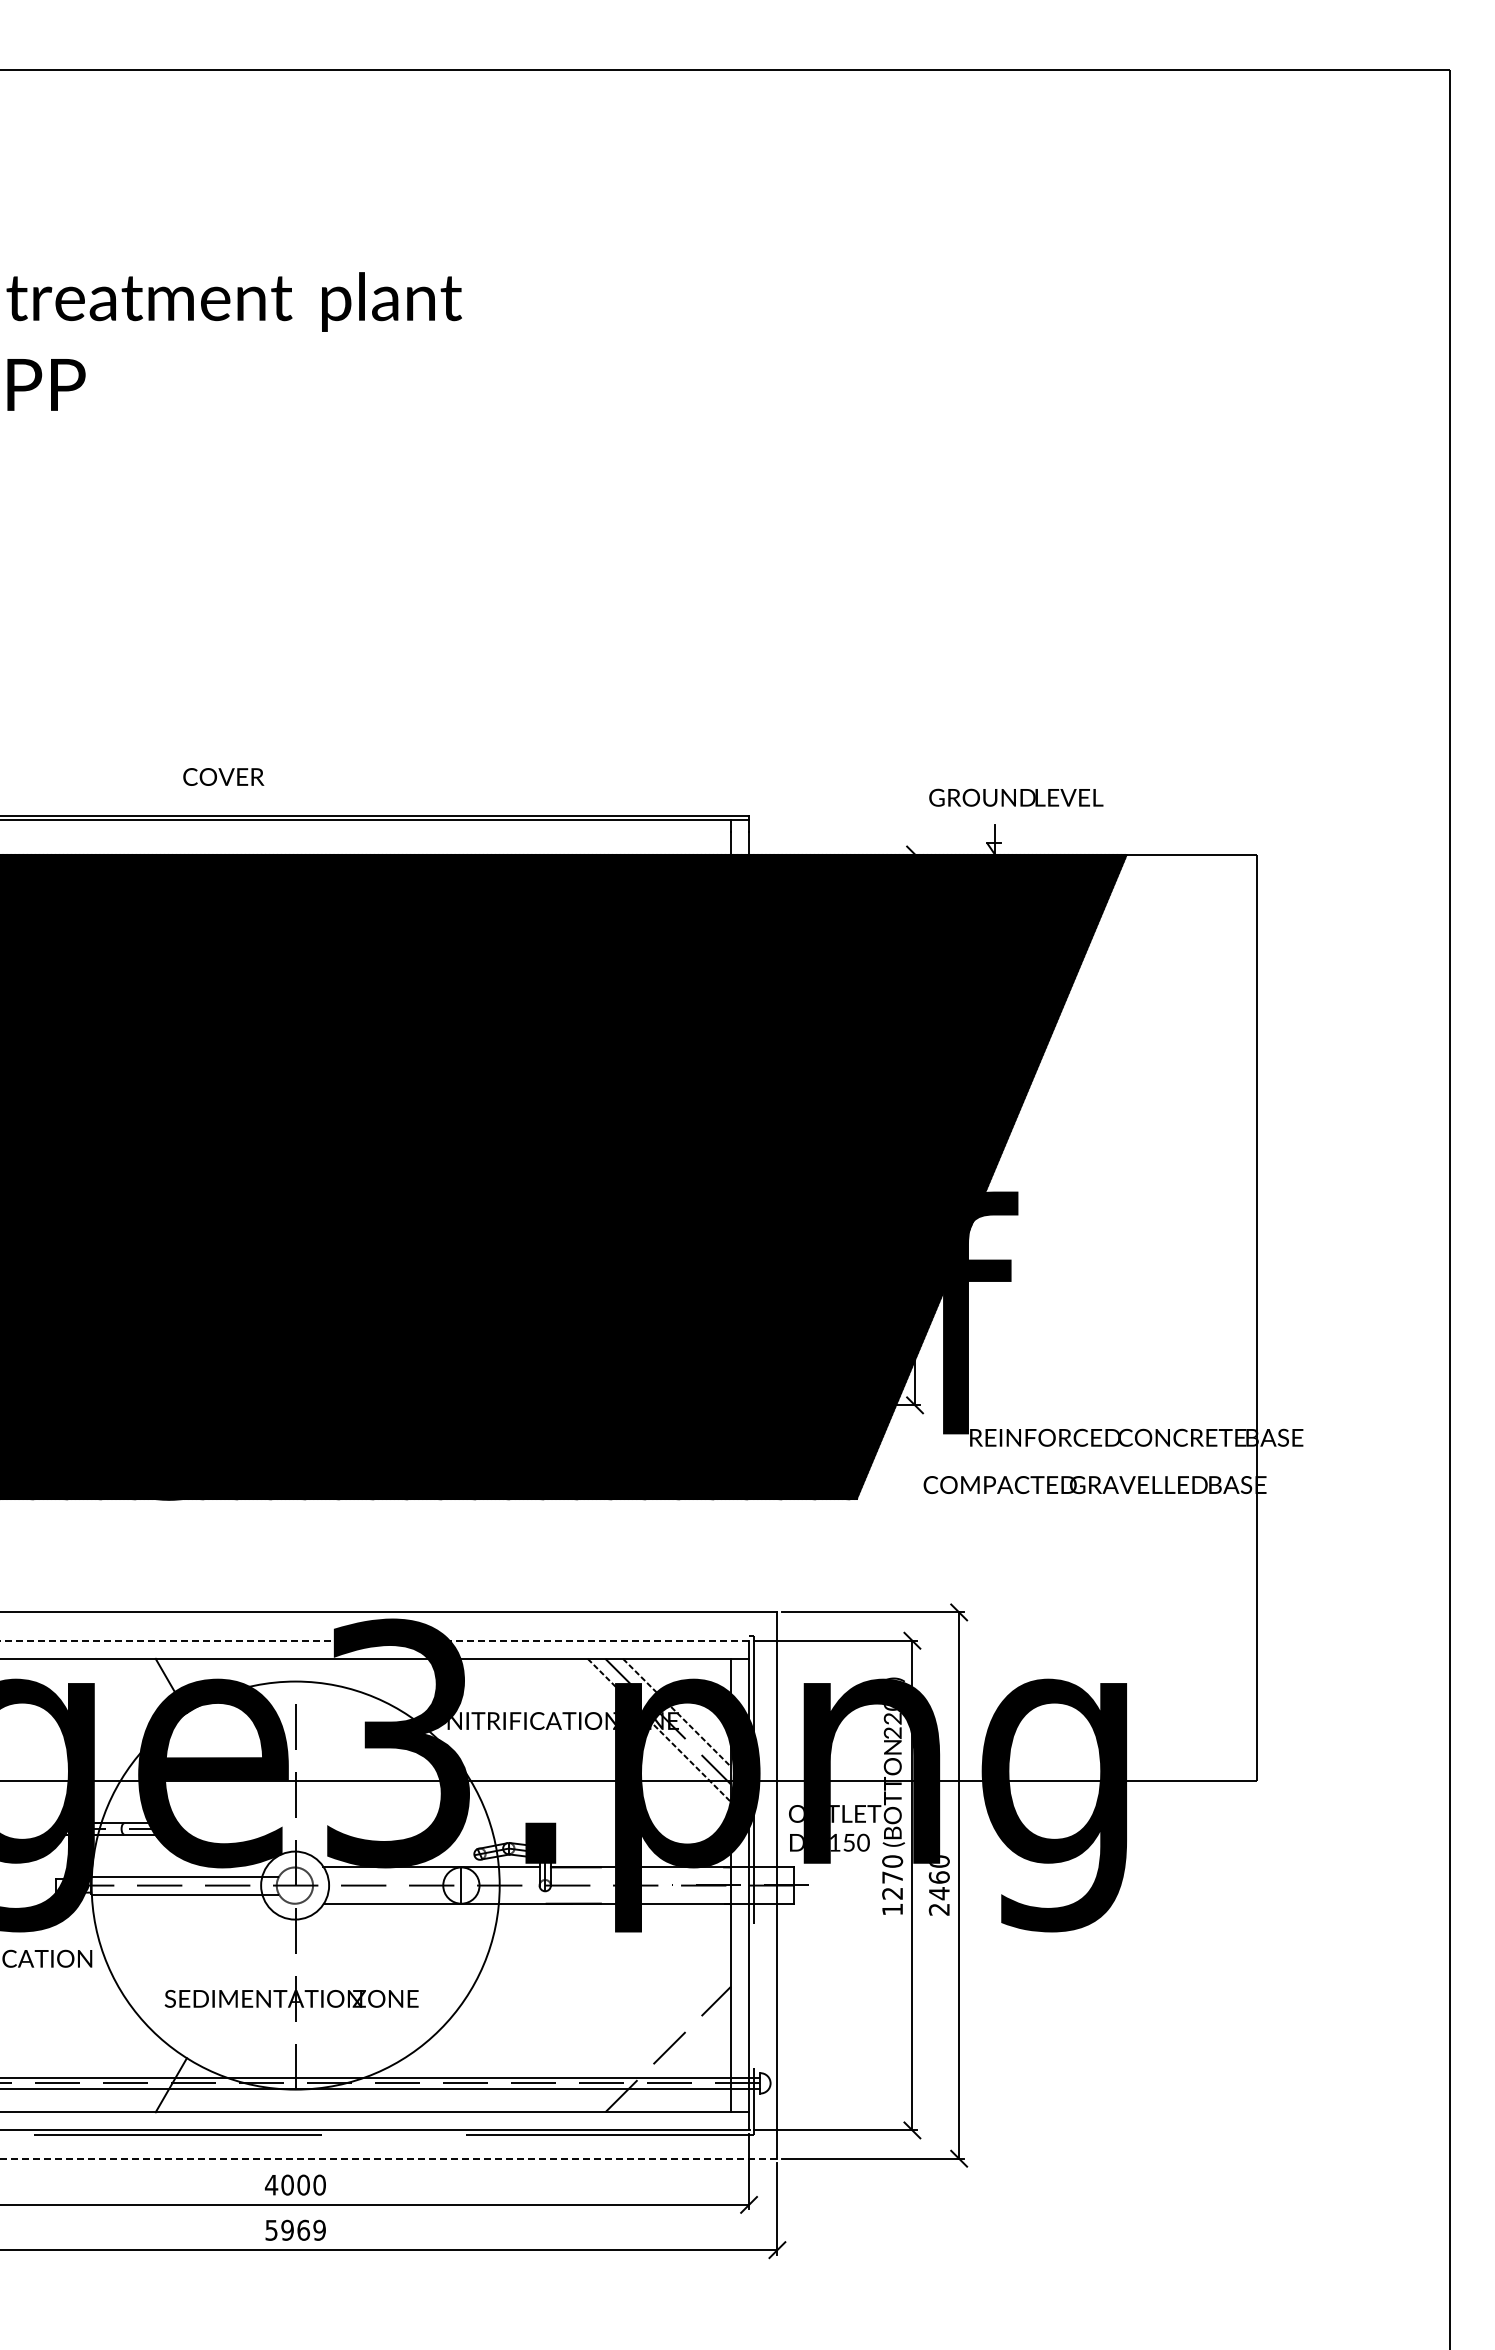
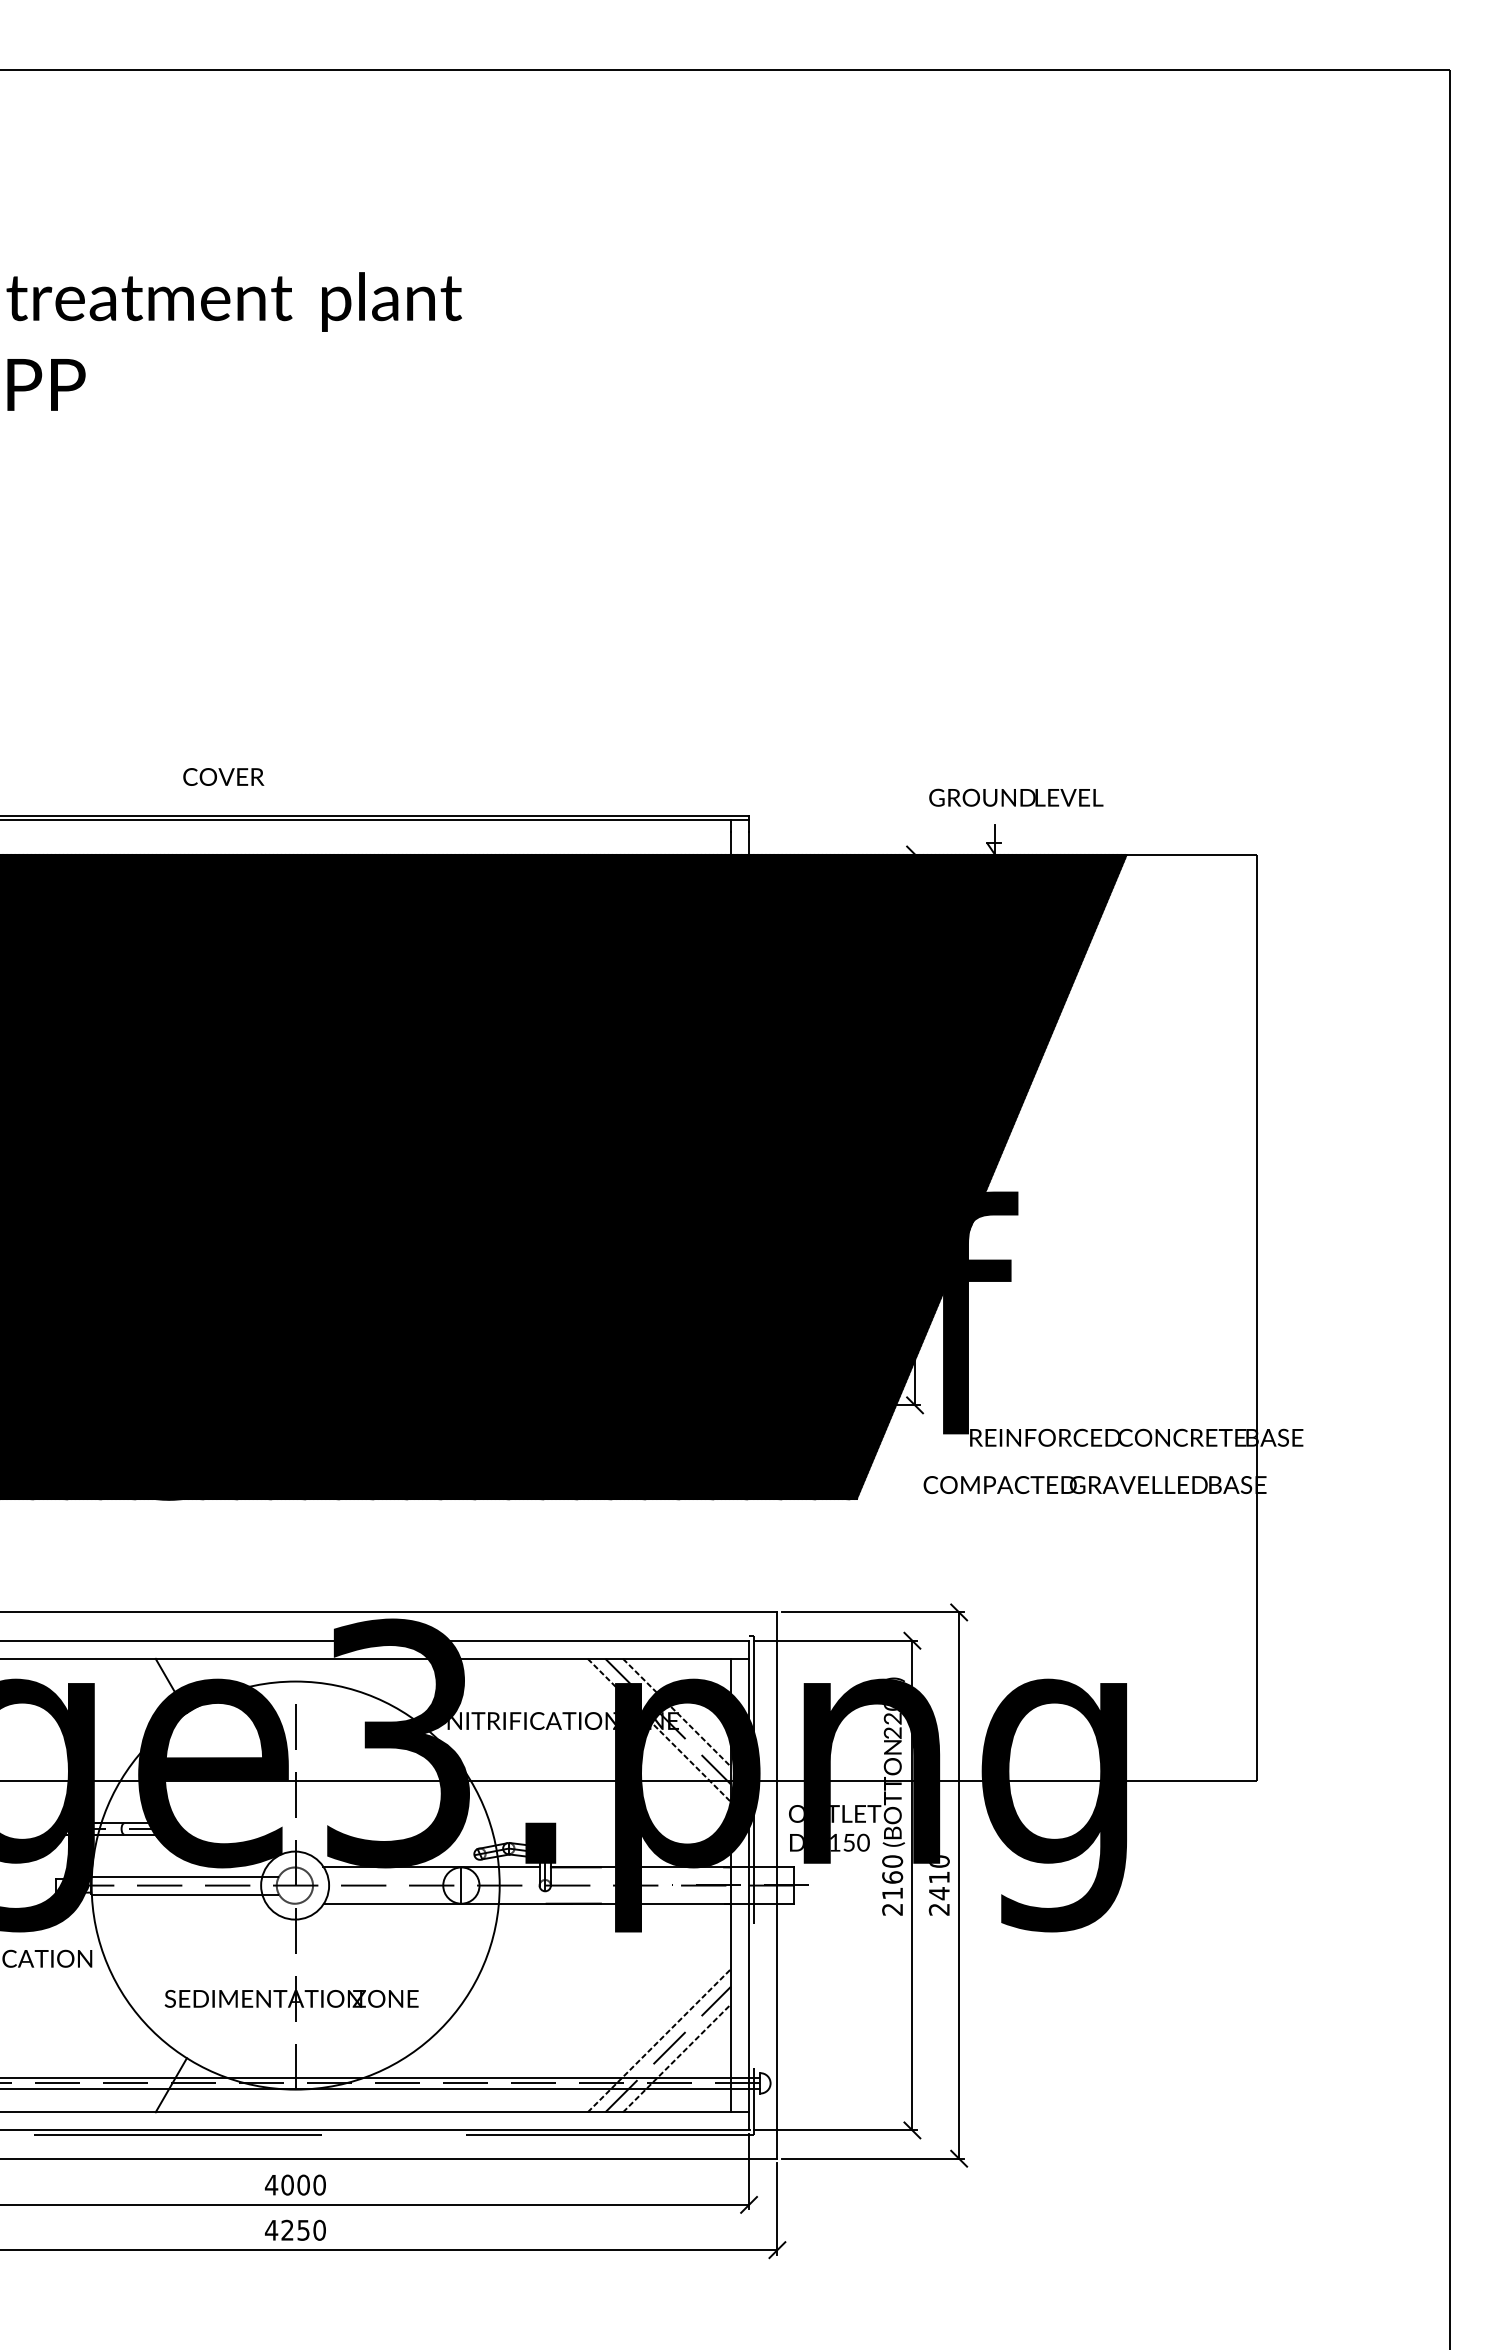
line at (374, 1640): dashed -> solid
text at (938, 1877): 2460 -> 2410
text at (892, 1893): 1270 -> 2160
line at (658, 2040): none -> present
line at (676, 2058): none -> present
line at (388, 2158): dashed -> solid
text at (294, 2229): 5969 -> 4250
